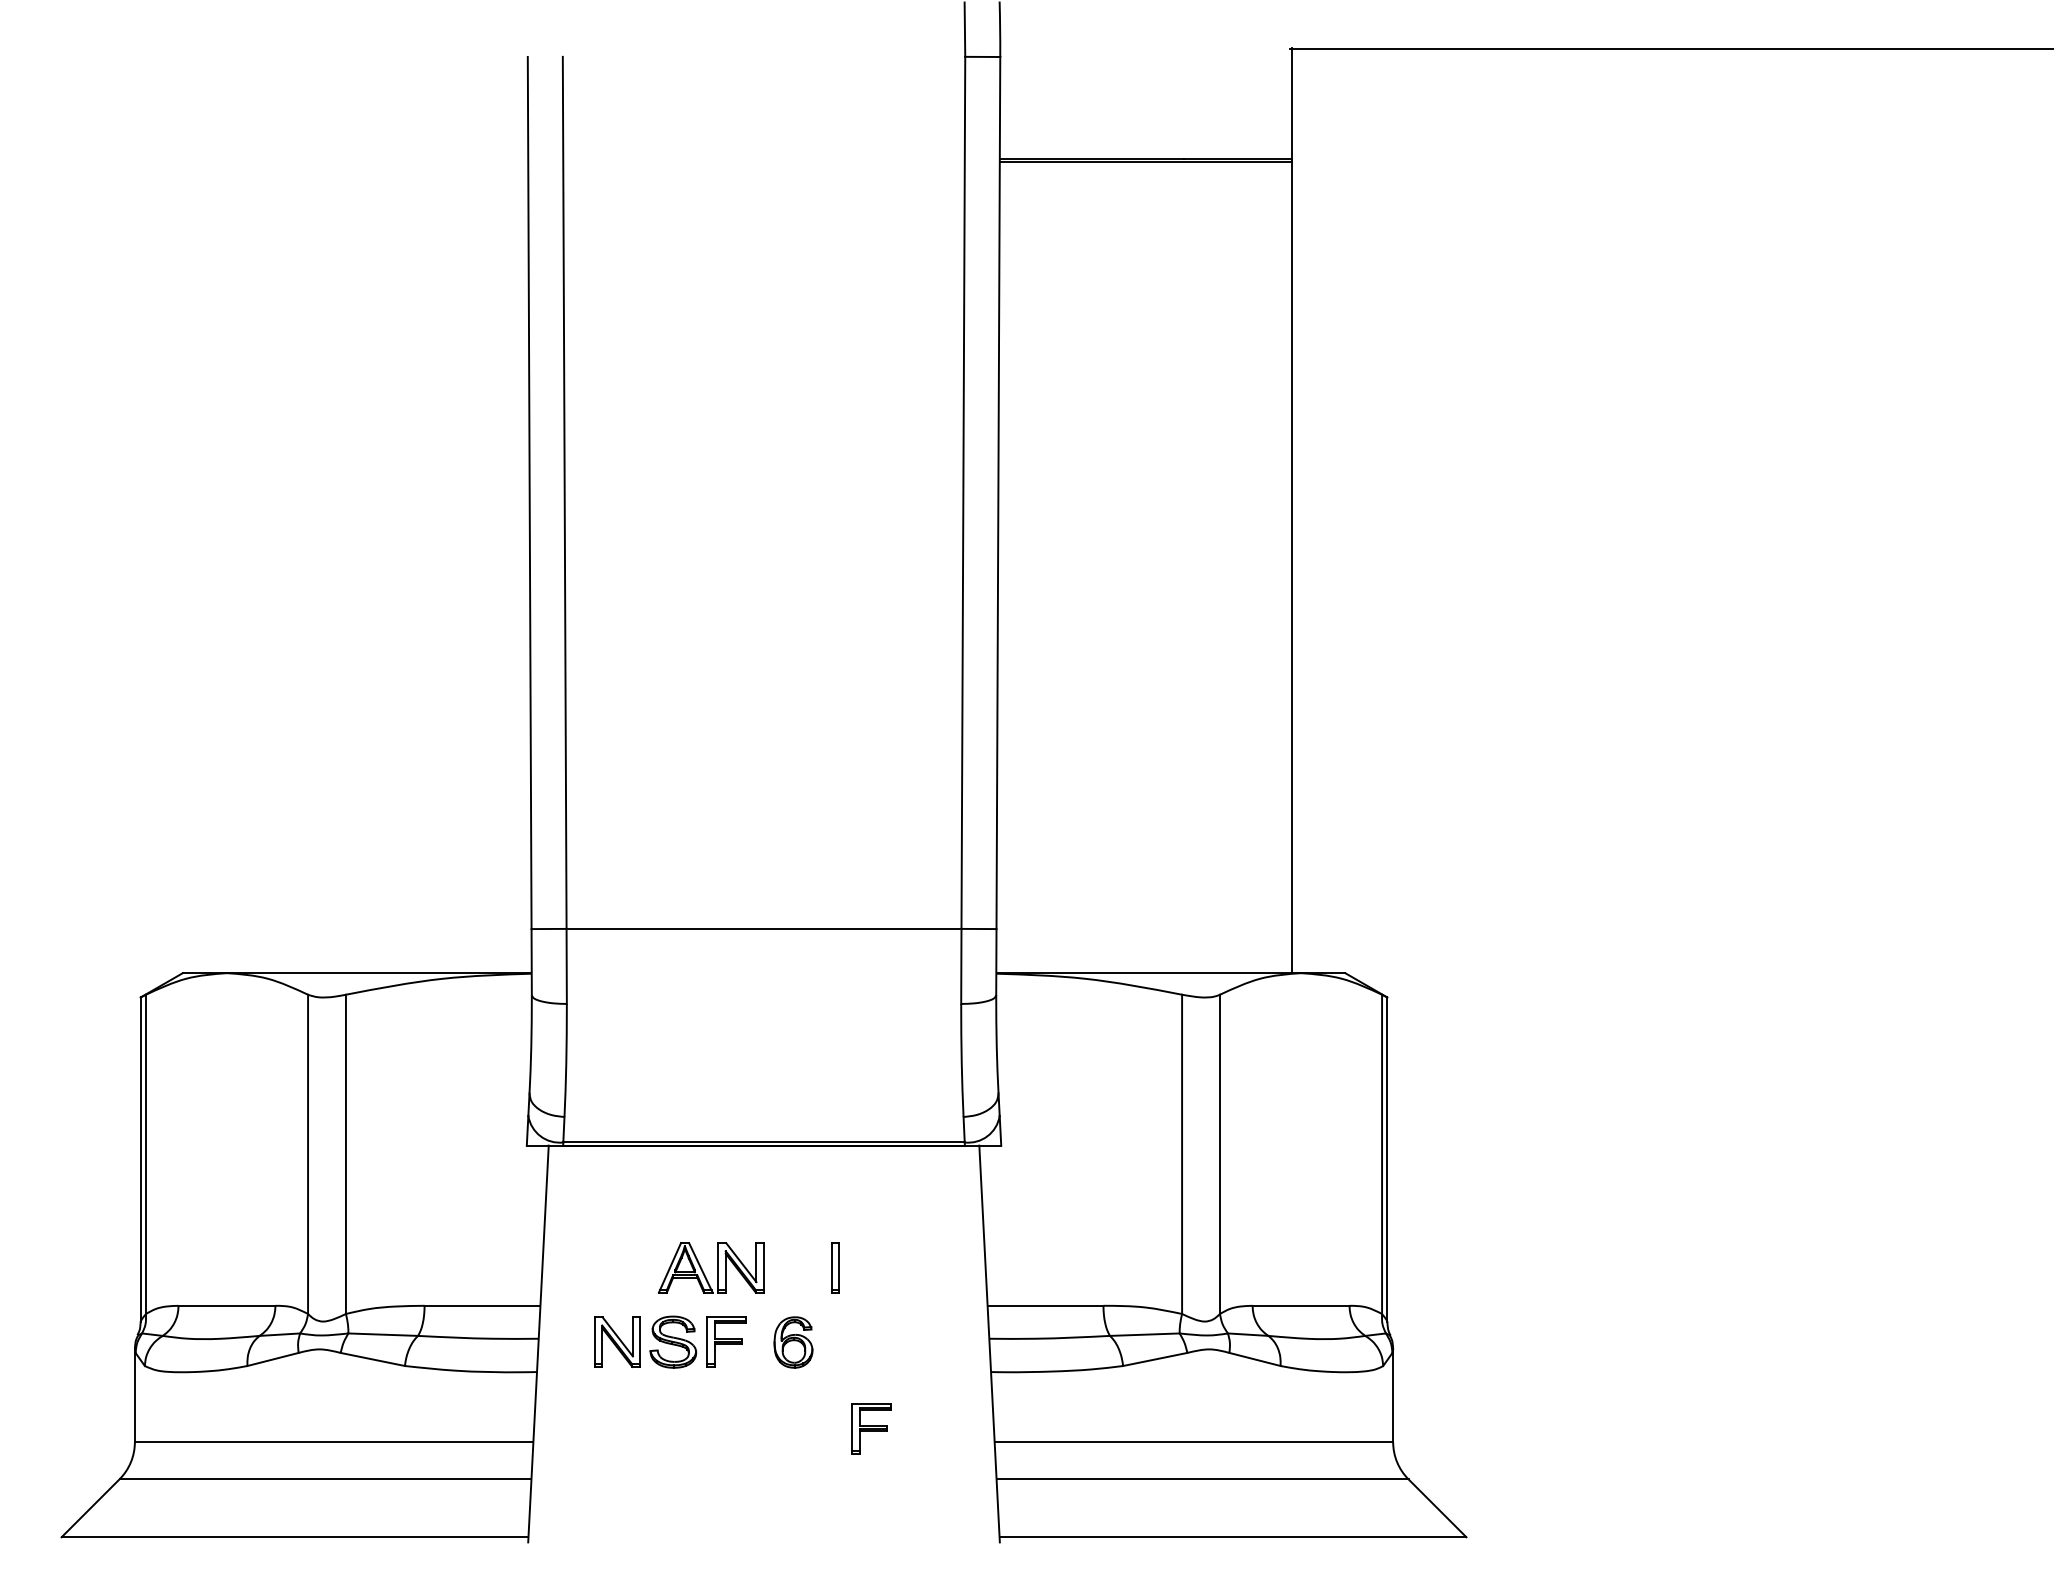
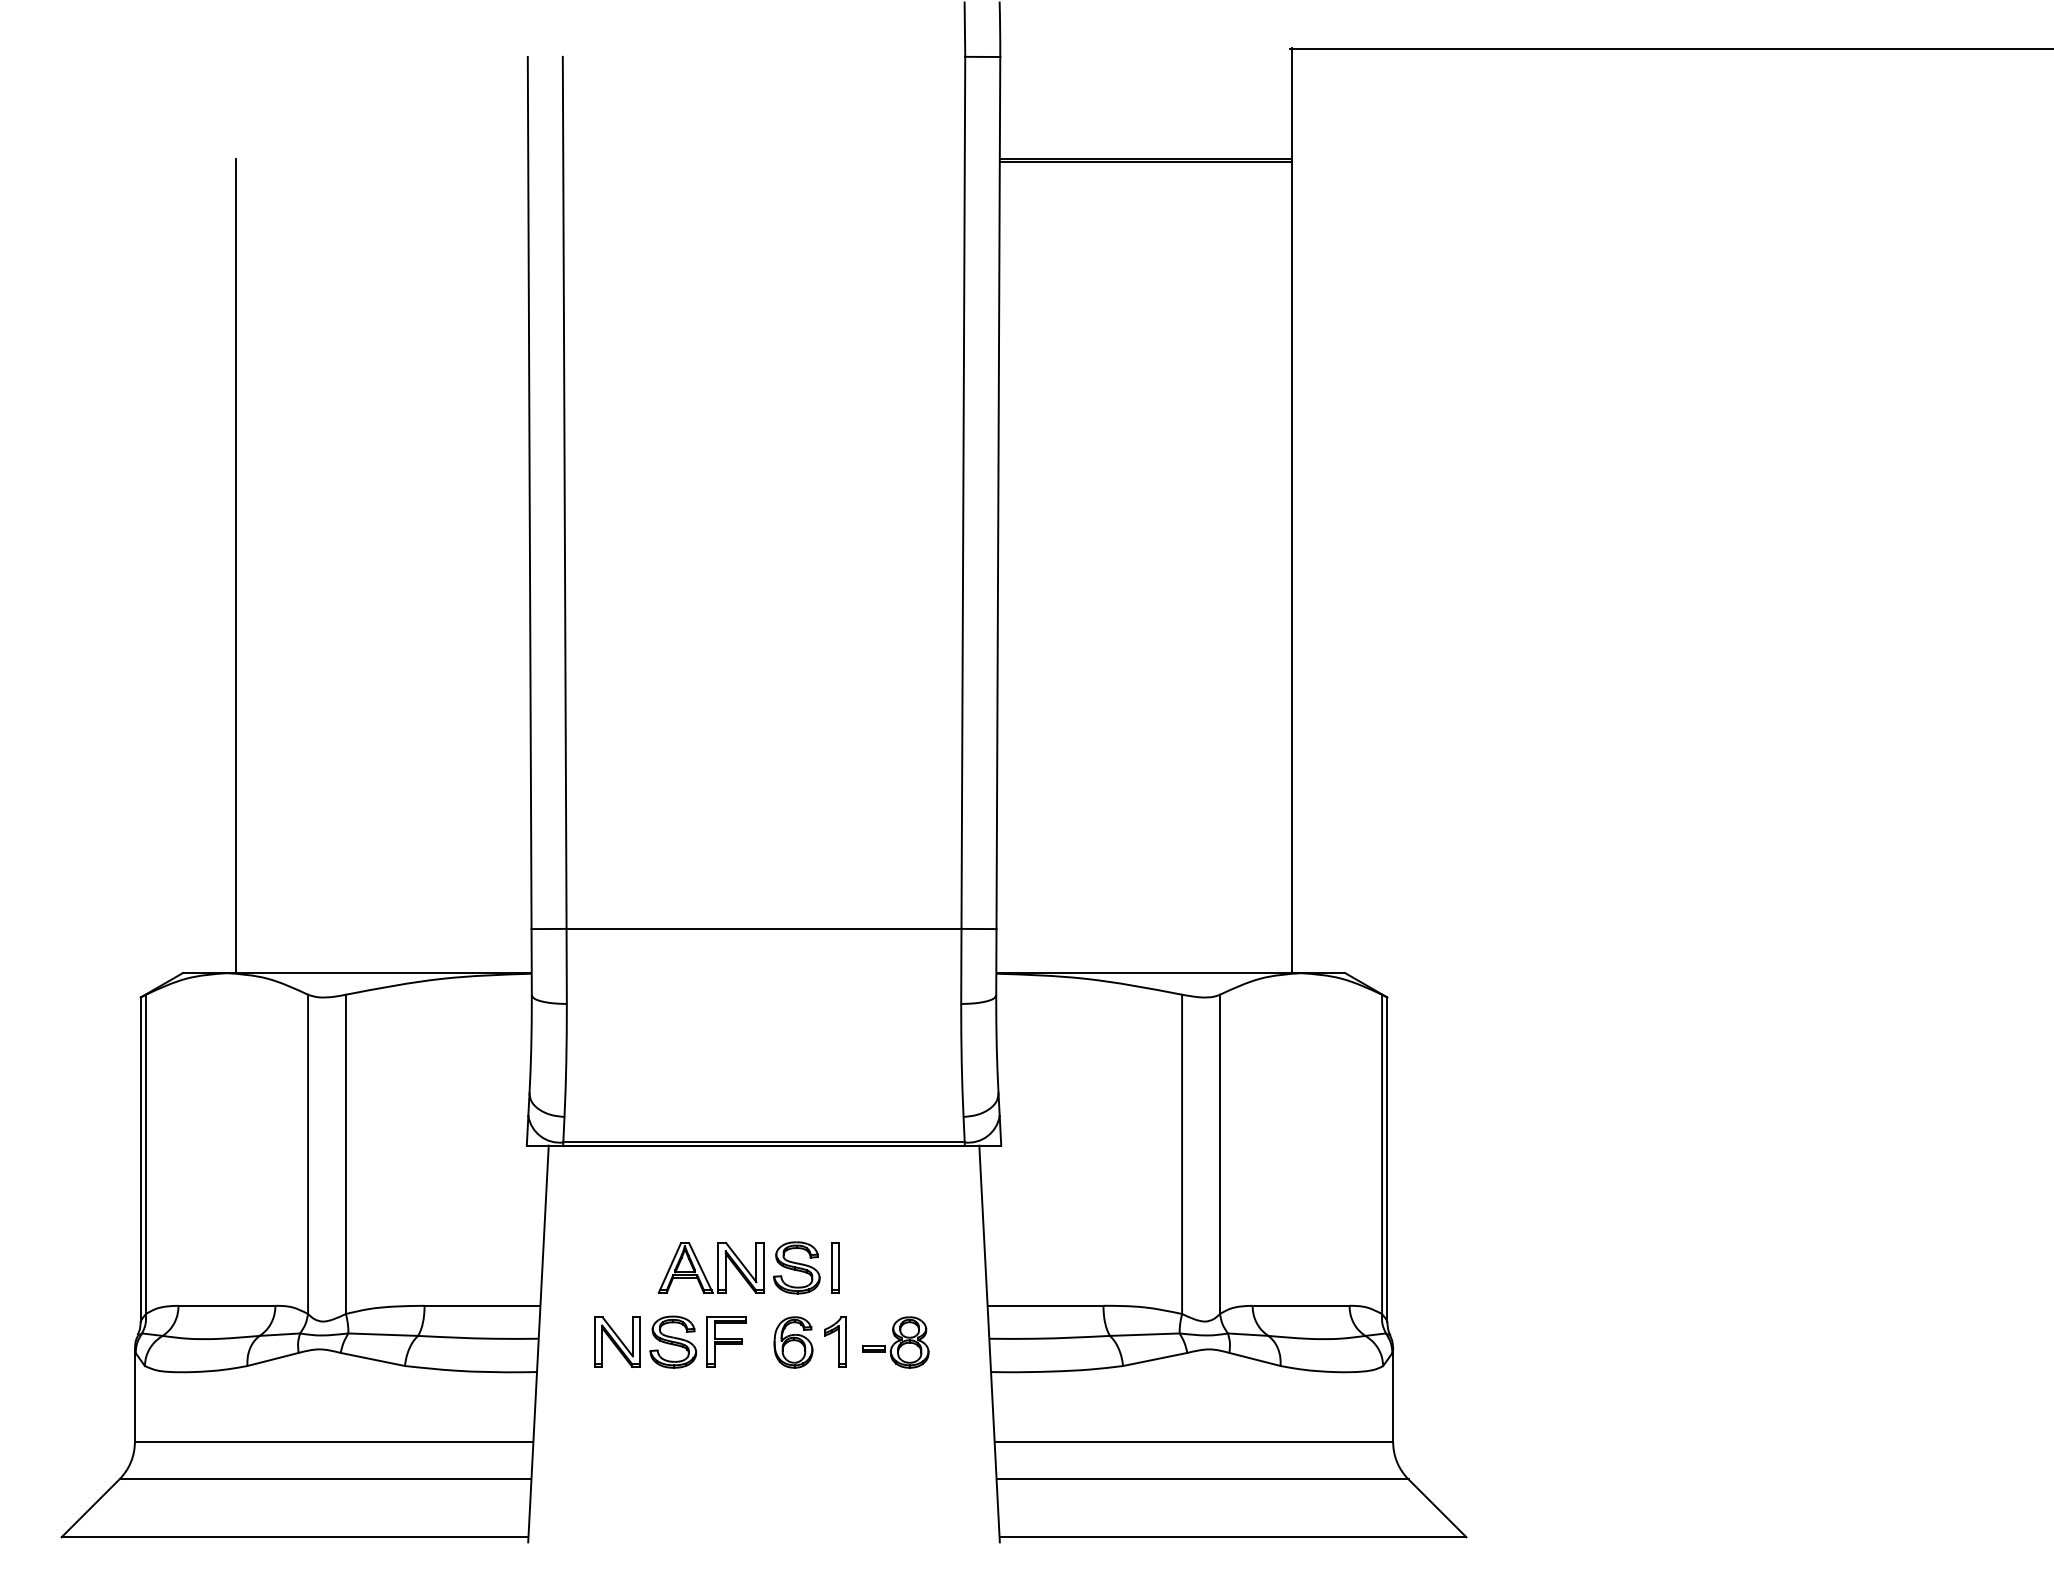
line at (236, 565): none -> present
part at (796, 1267): none -> present
part at (835, 1341): none -> present
part at (895, 1342): none -> present
part at (871, 1428): present -> none
